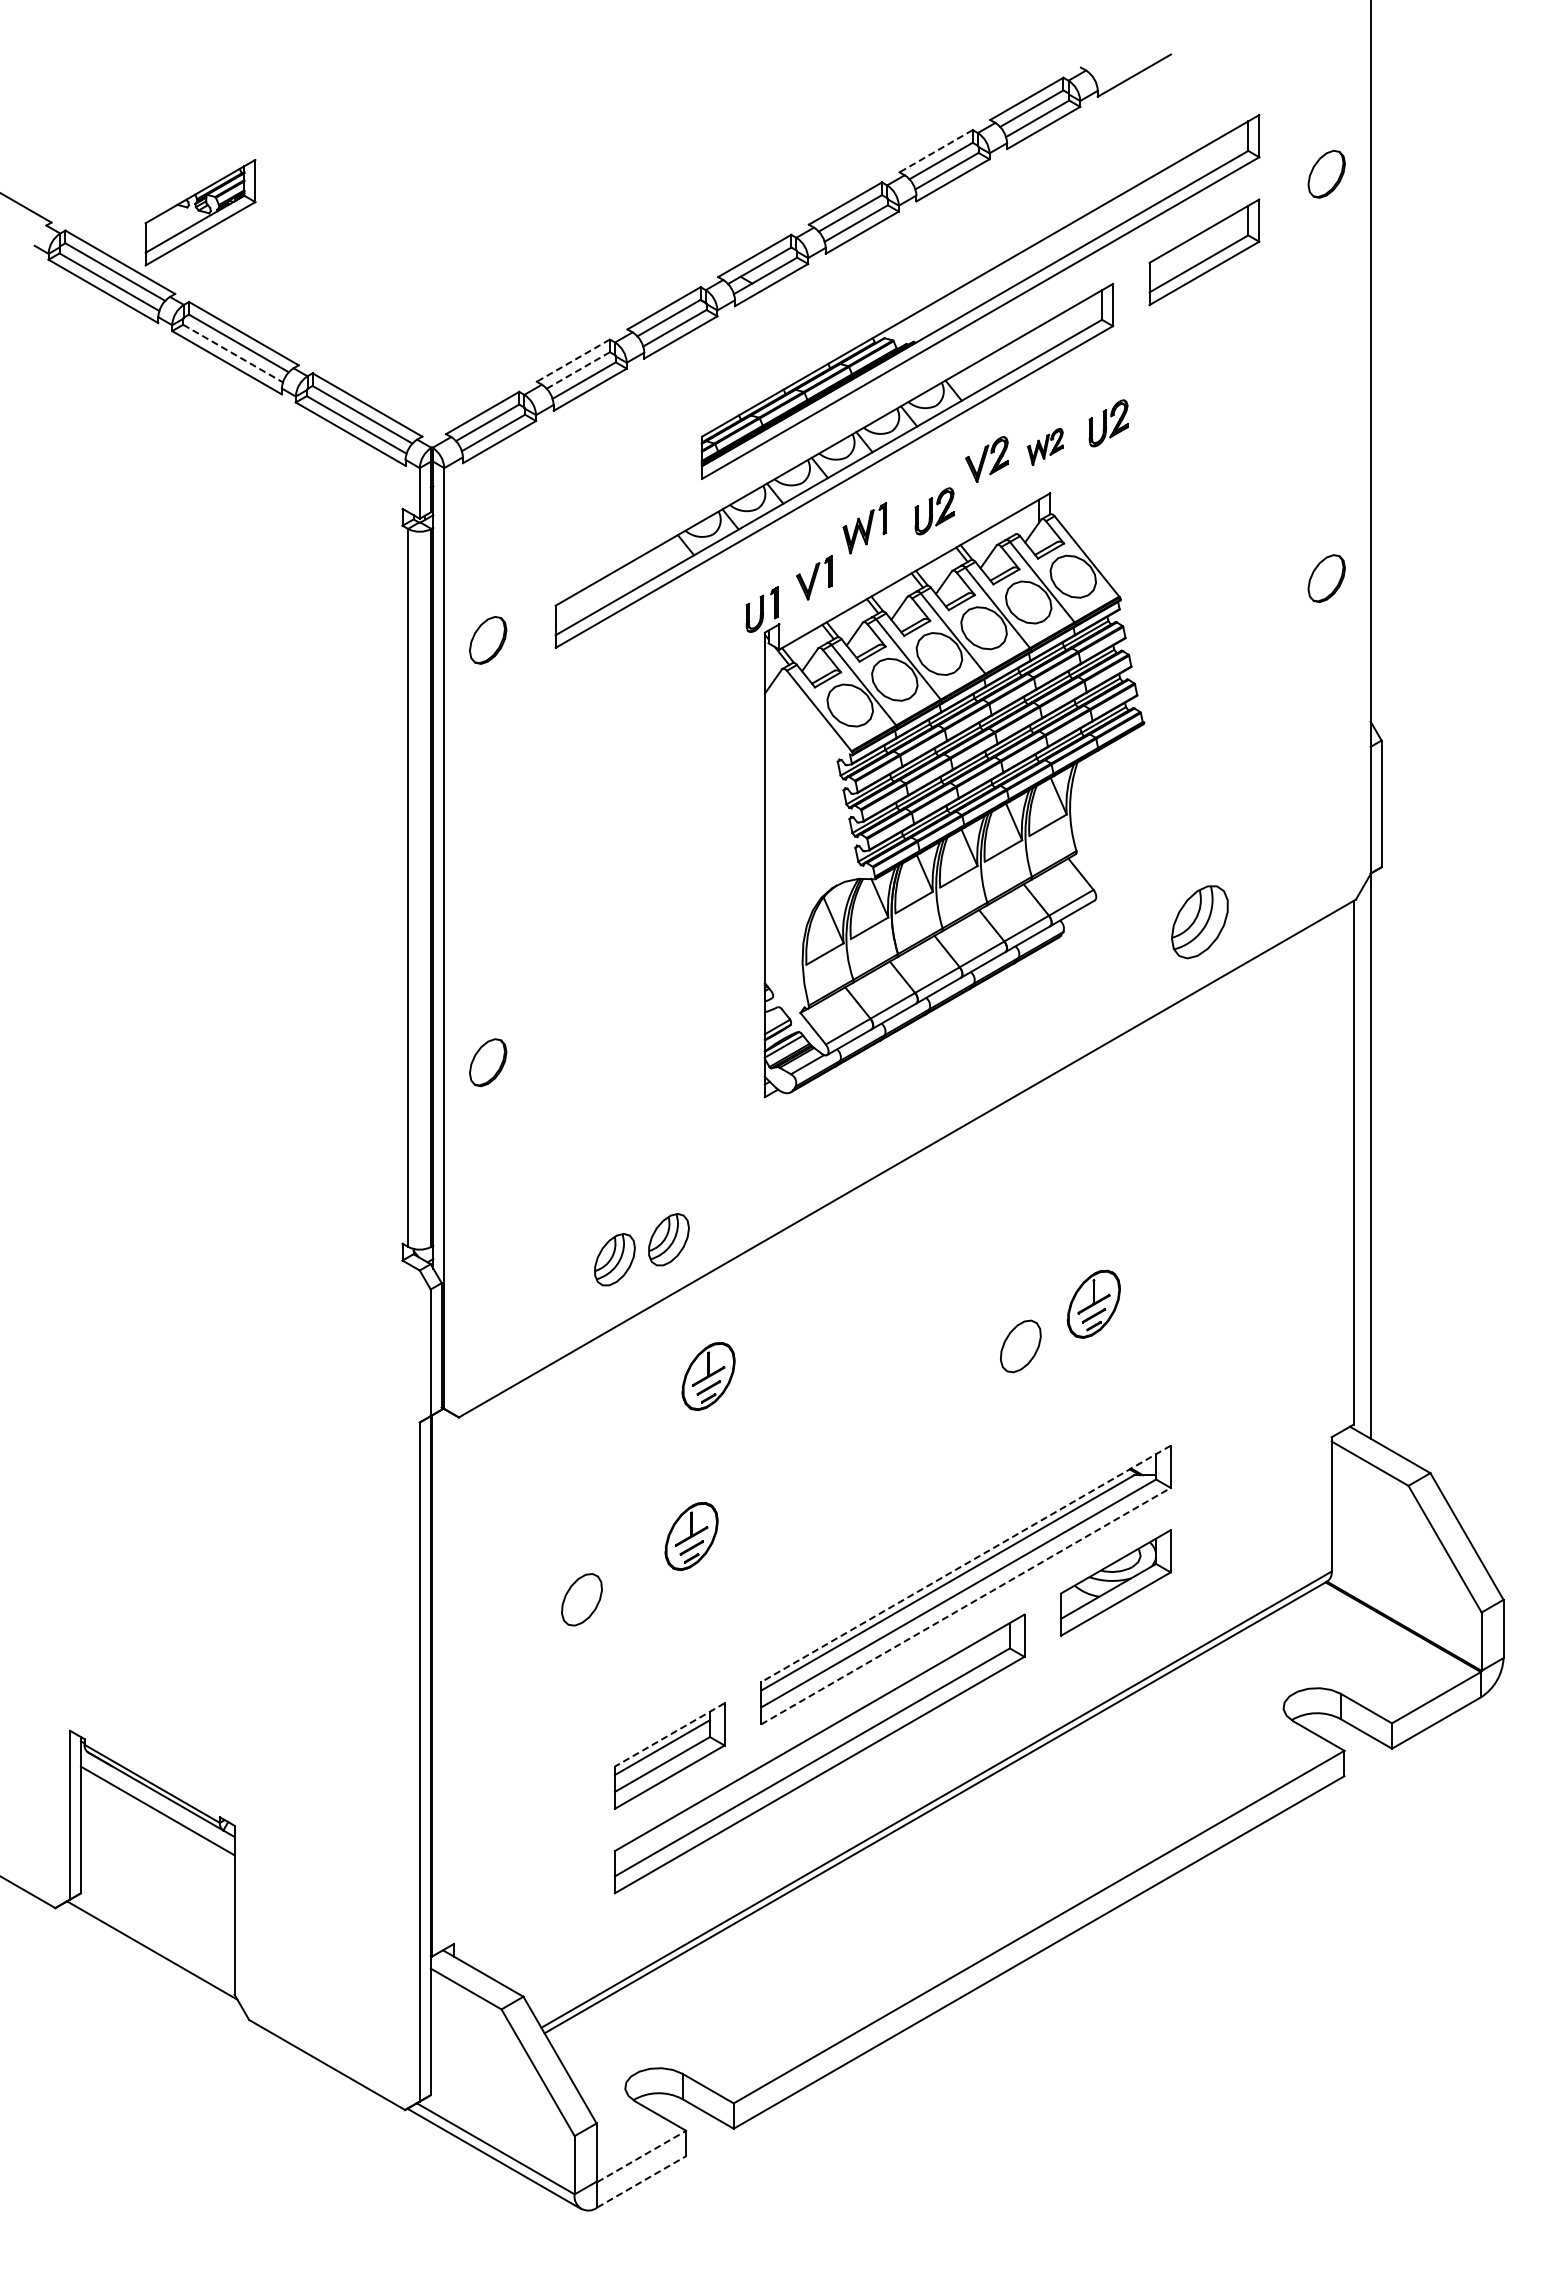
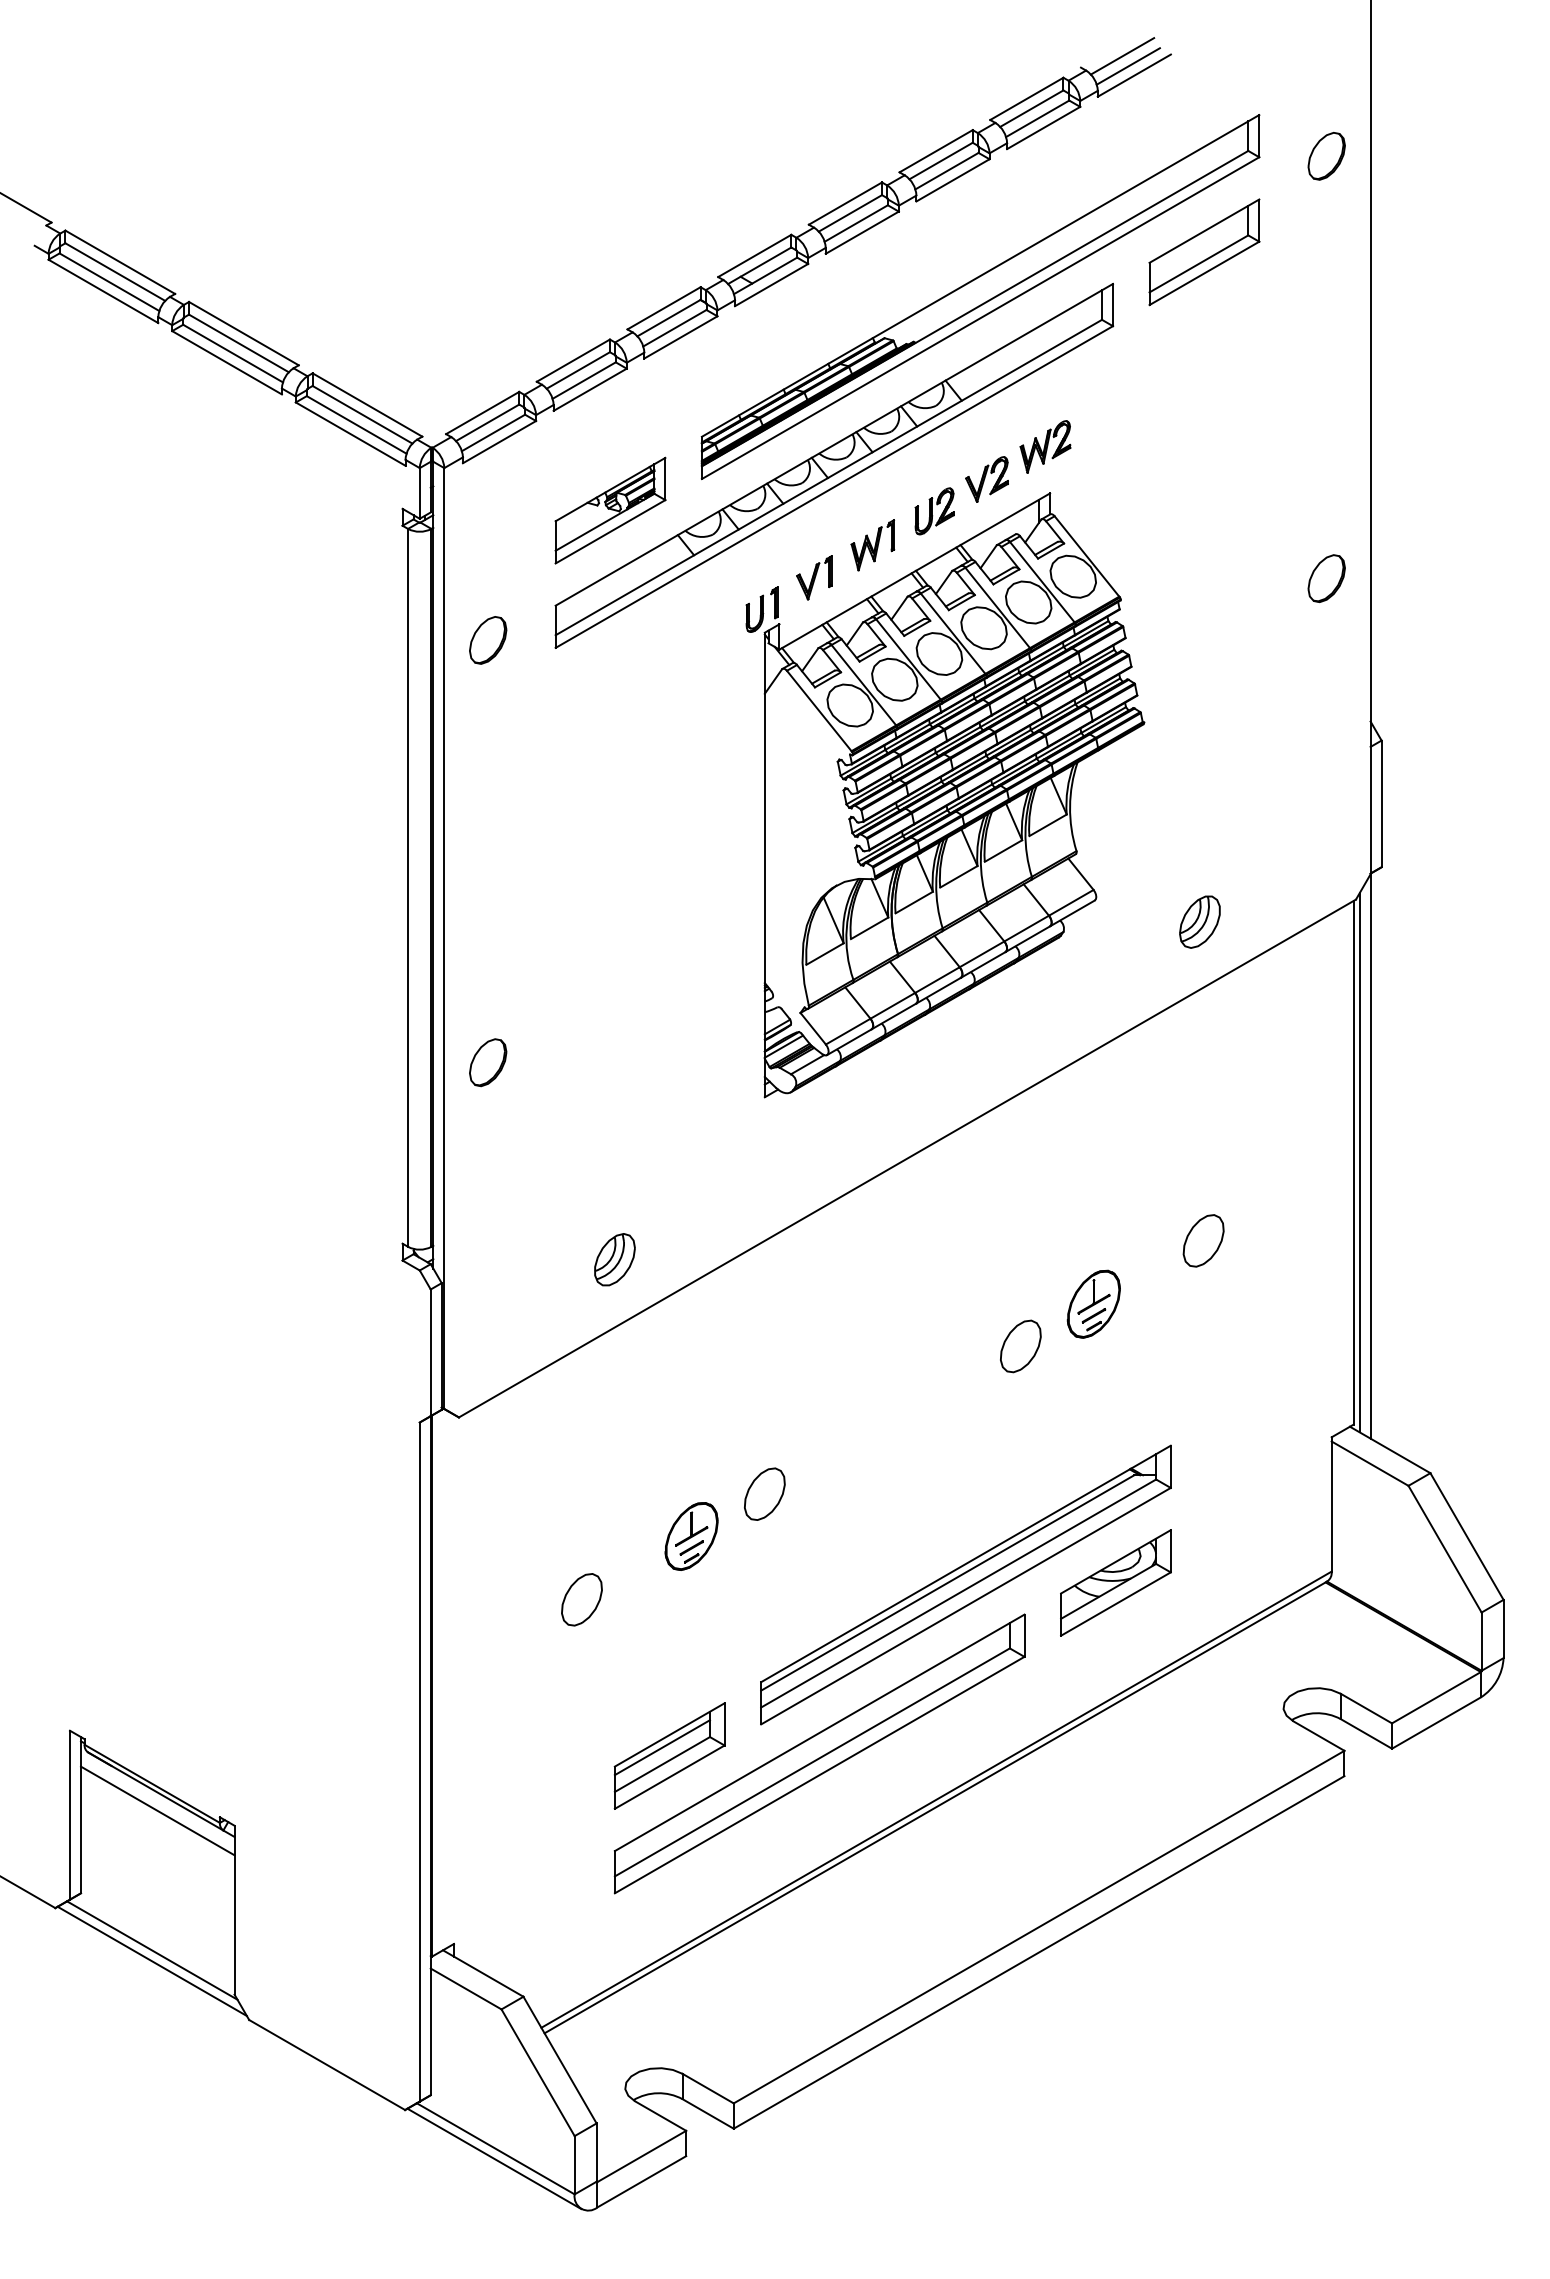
line at (1122, 56): none -> present
line at (1127, 66): none -> present
line at (935, 151): dashed -> solid
part at (1326, 174) position: (1326, 174) -> (1326, 156)
part at (200, 212) position: (200, 212) -> (610, 510)
line at (233, 353): dashed -> solid
line at (572, 360): dashed -> solid
line at (577, 370): dashed -> solid
part at (1108, 423): present -> none
part at (1045, 447) size: 37x39 px -> 53x54 px
part at (986, 459) position: (986, 459) -> (986, 479)
part at (864, 528) position: (864, 528) -> (872, 545)
part at (1199, 922) size: 58x75 px -> 42x54 px
line at (1359, 1162): none -> present
part at (668, 1239): present -> none
part at (1203, 1240): none -> present
part at (708, 1376): present -> none
part at (764, 1493): none -> present
line at (965, 1564): dashed -> solid
line at (966, 1605): dashed -> solid
line at (669, 1735): dashed -> solid
line at (151, 1961): none -> present
line at (642, 2156): dashed -> solid
line at (642, 2181): dashed -> solid
